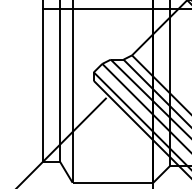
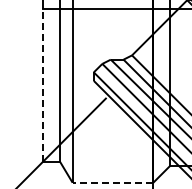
line at (42, 84): solid -> dashed
line at (112, 182): solid -> dashed
